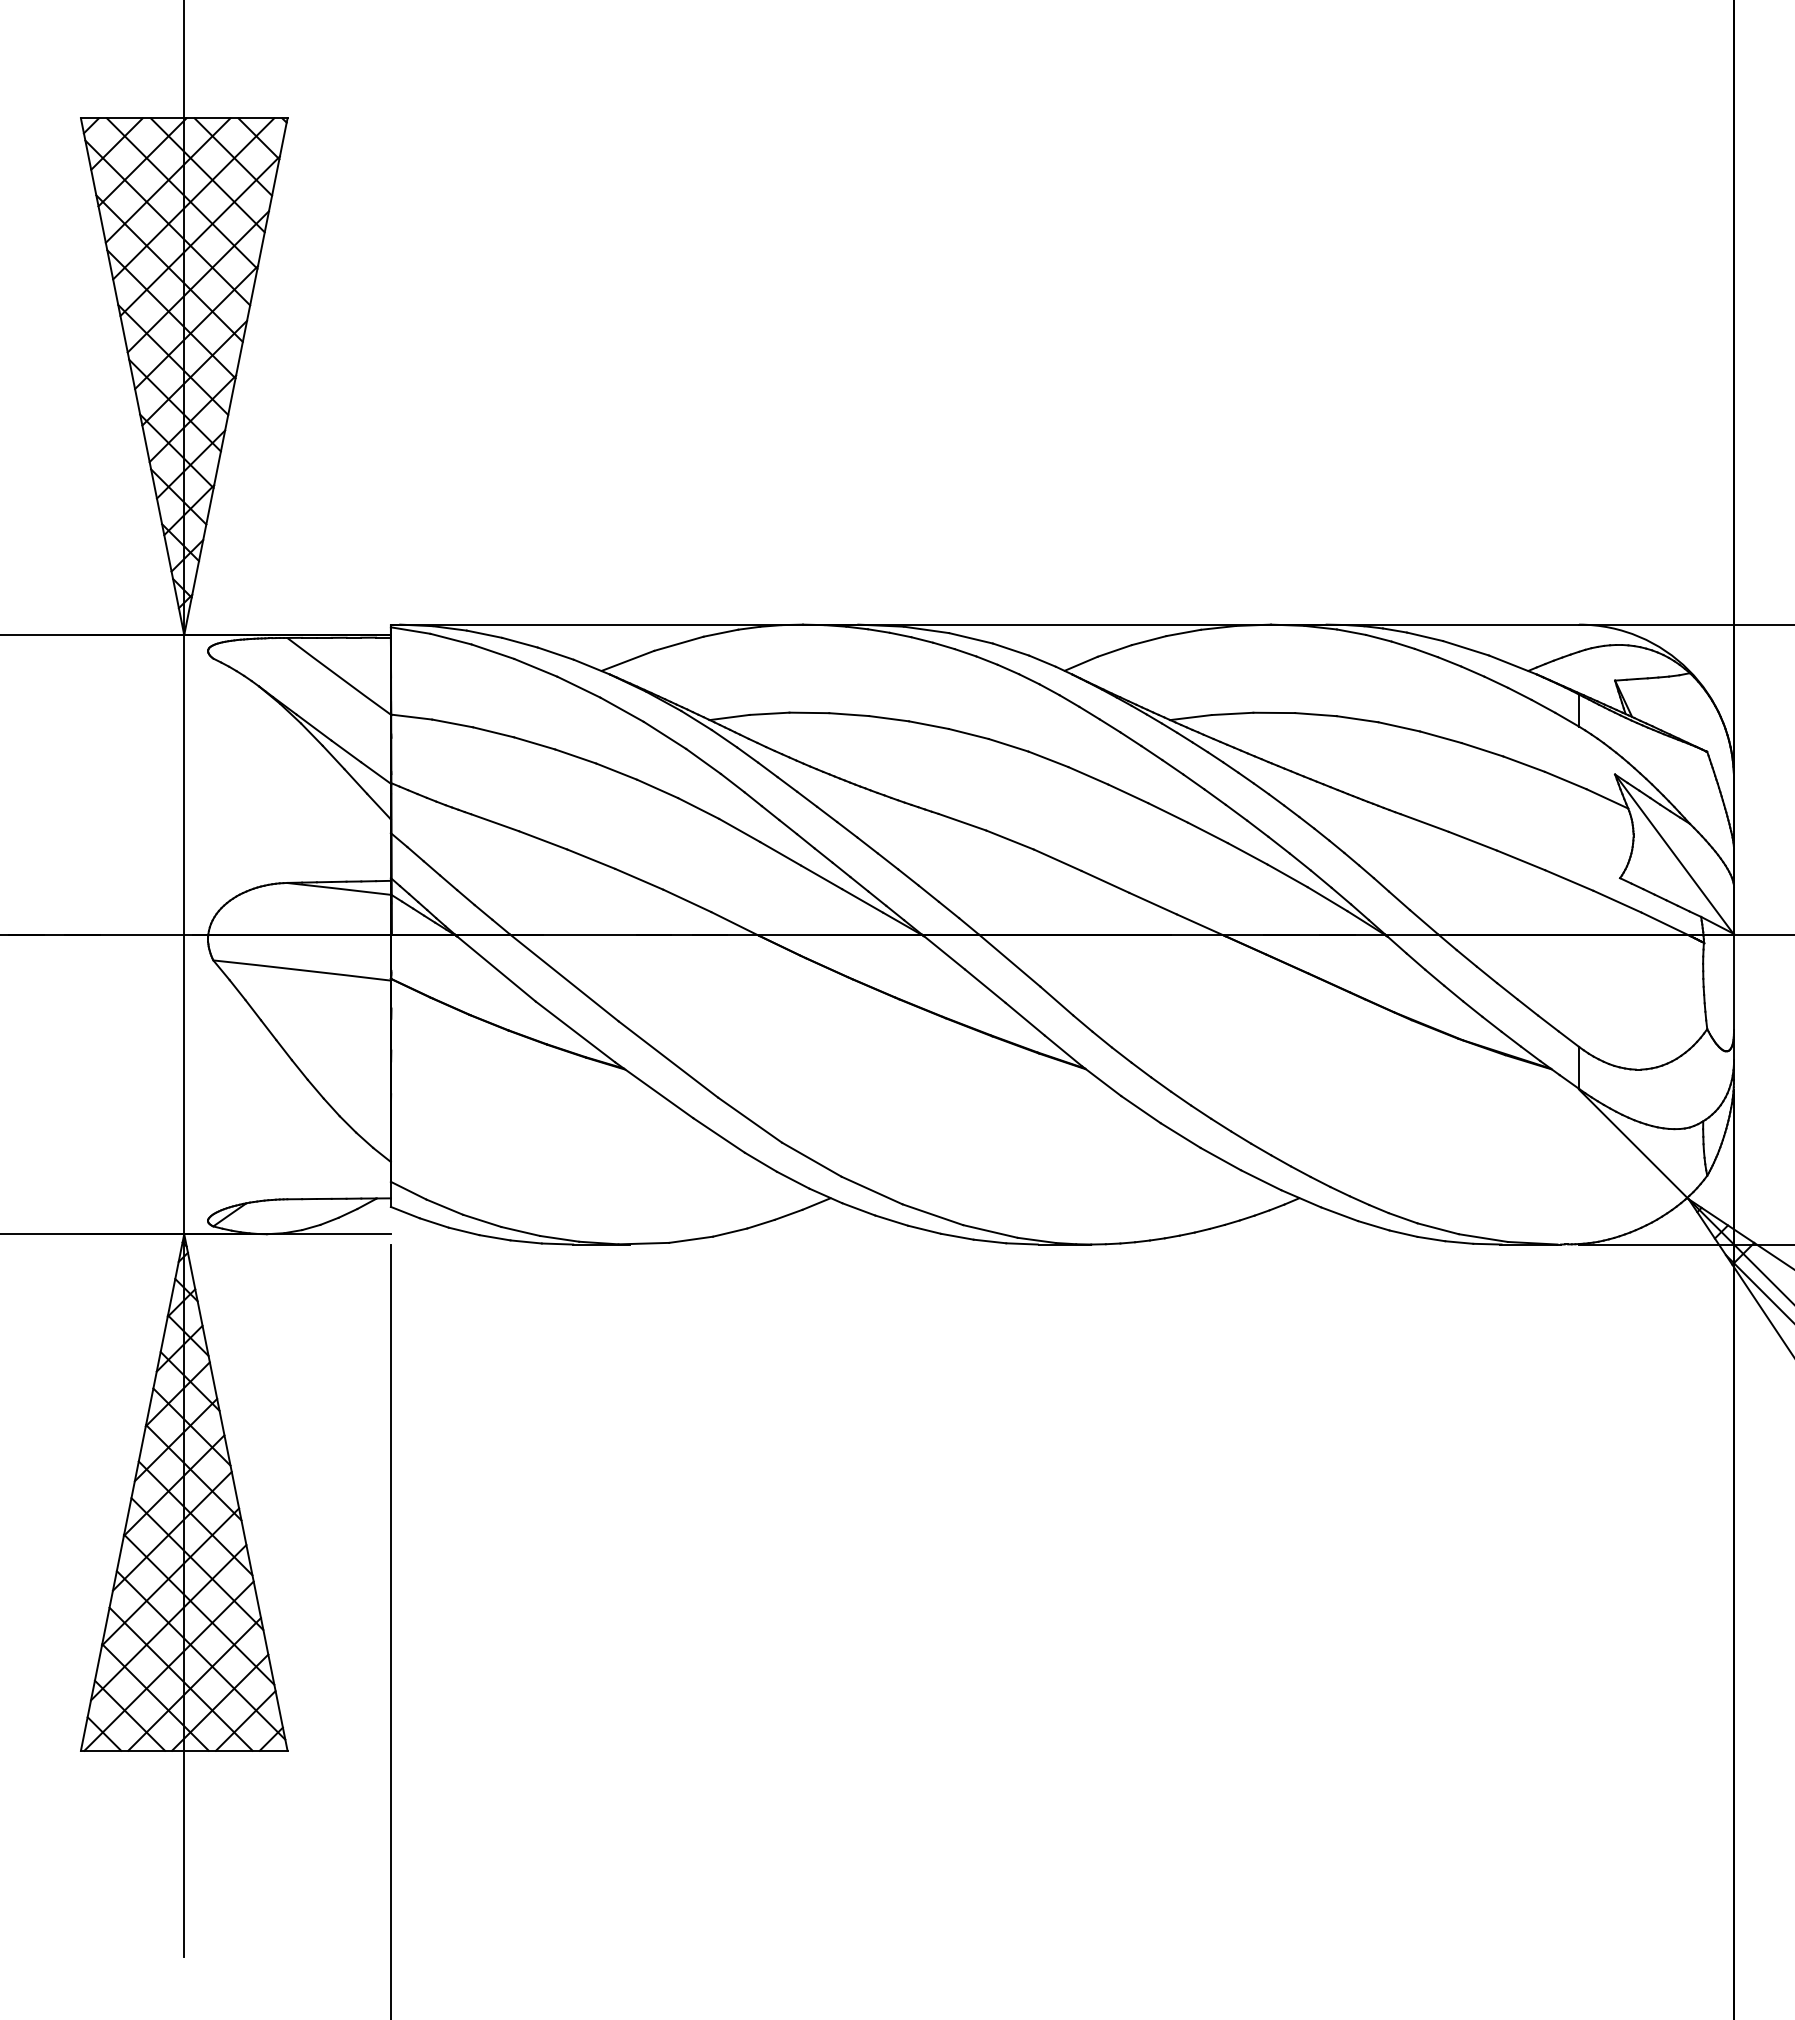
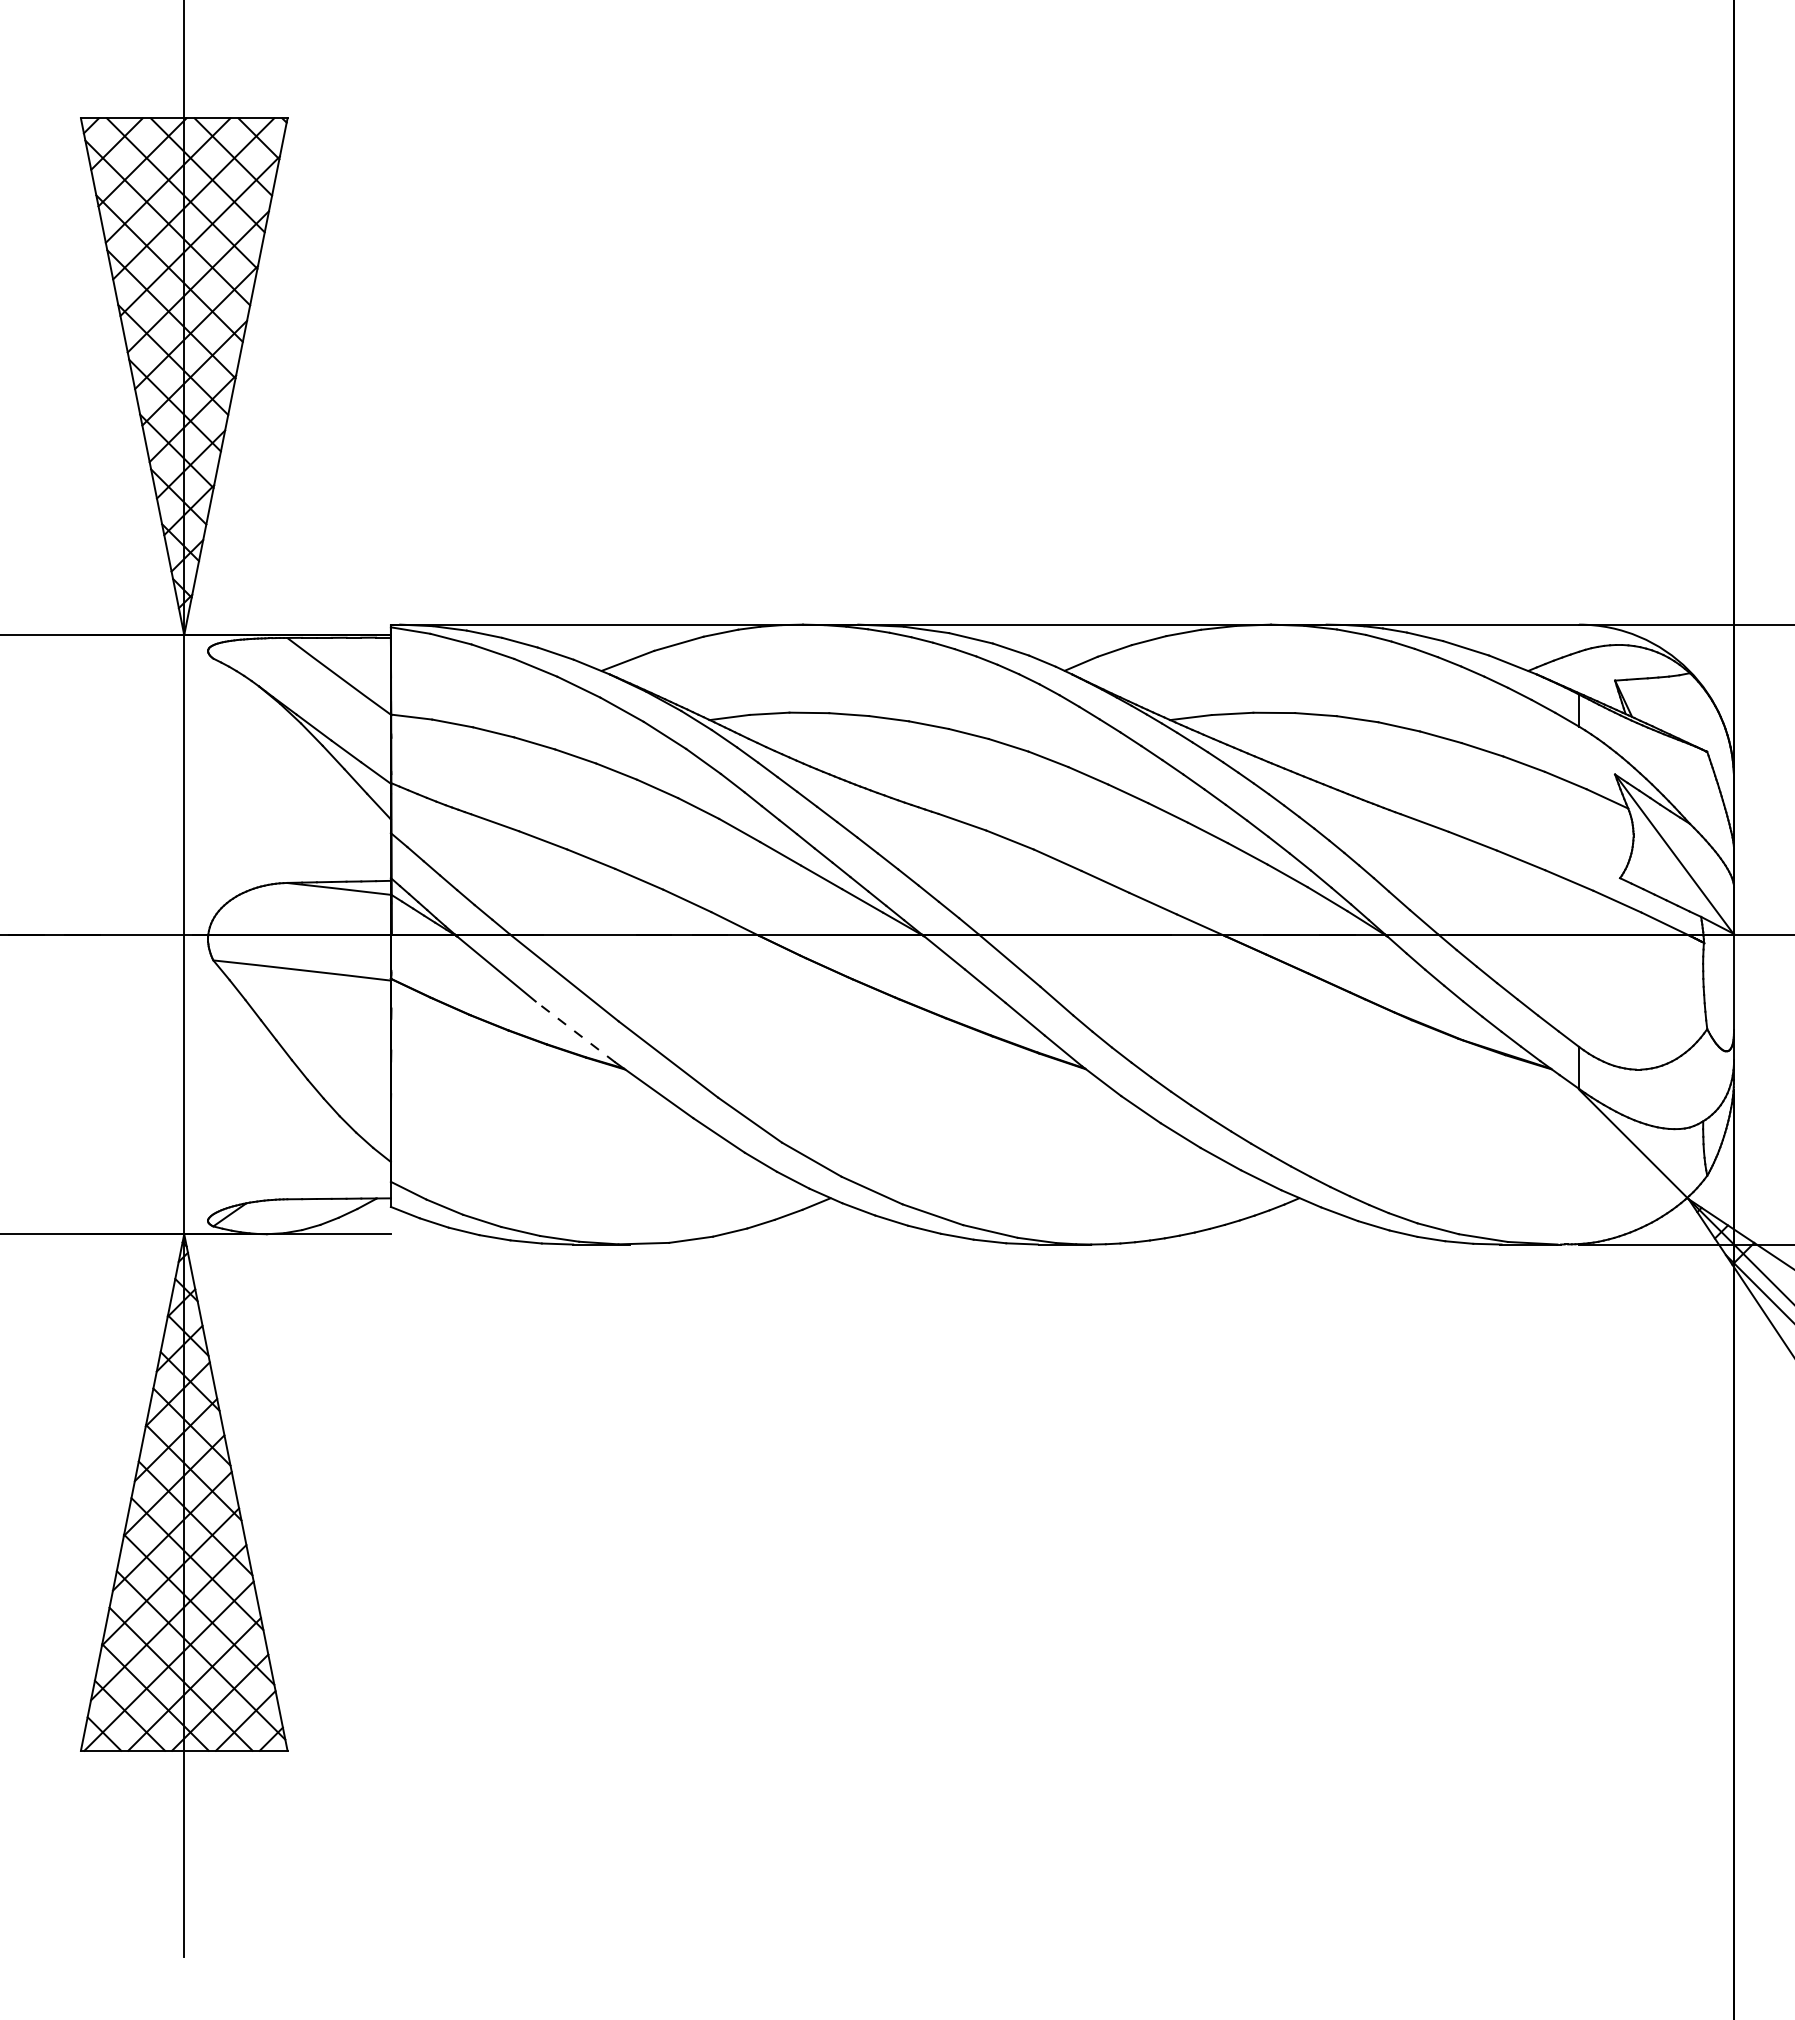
line at (575, 1031): solid -> dashed
line at (390, 1630): present -> none
